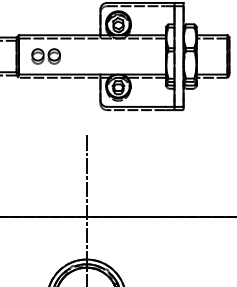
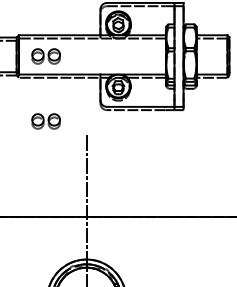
part at (45, 121): none -> present
